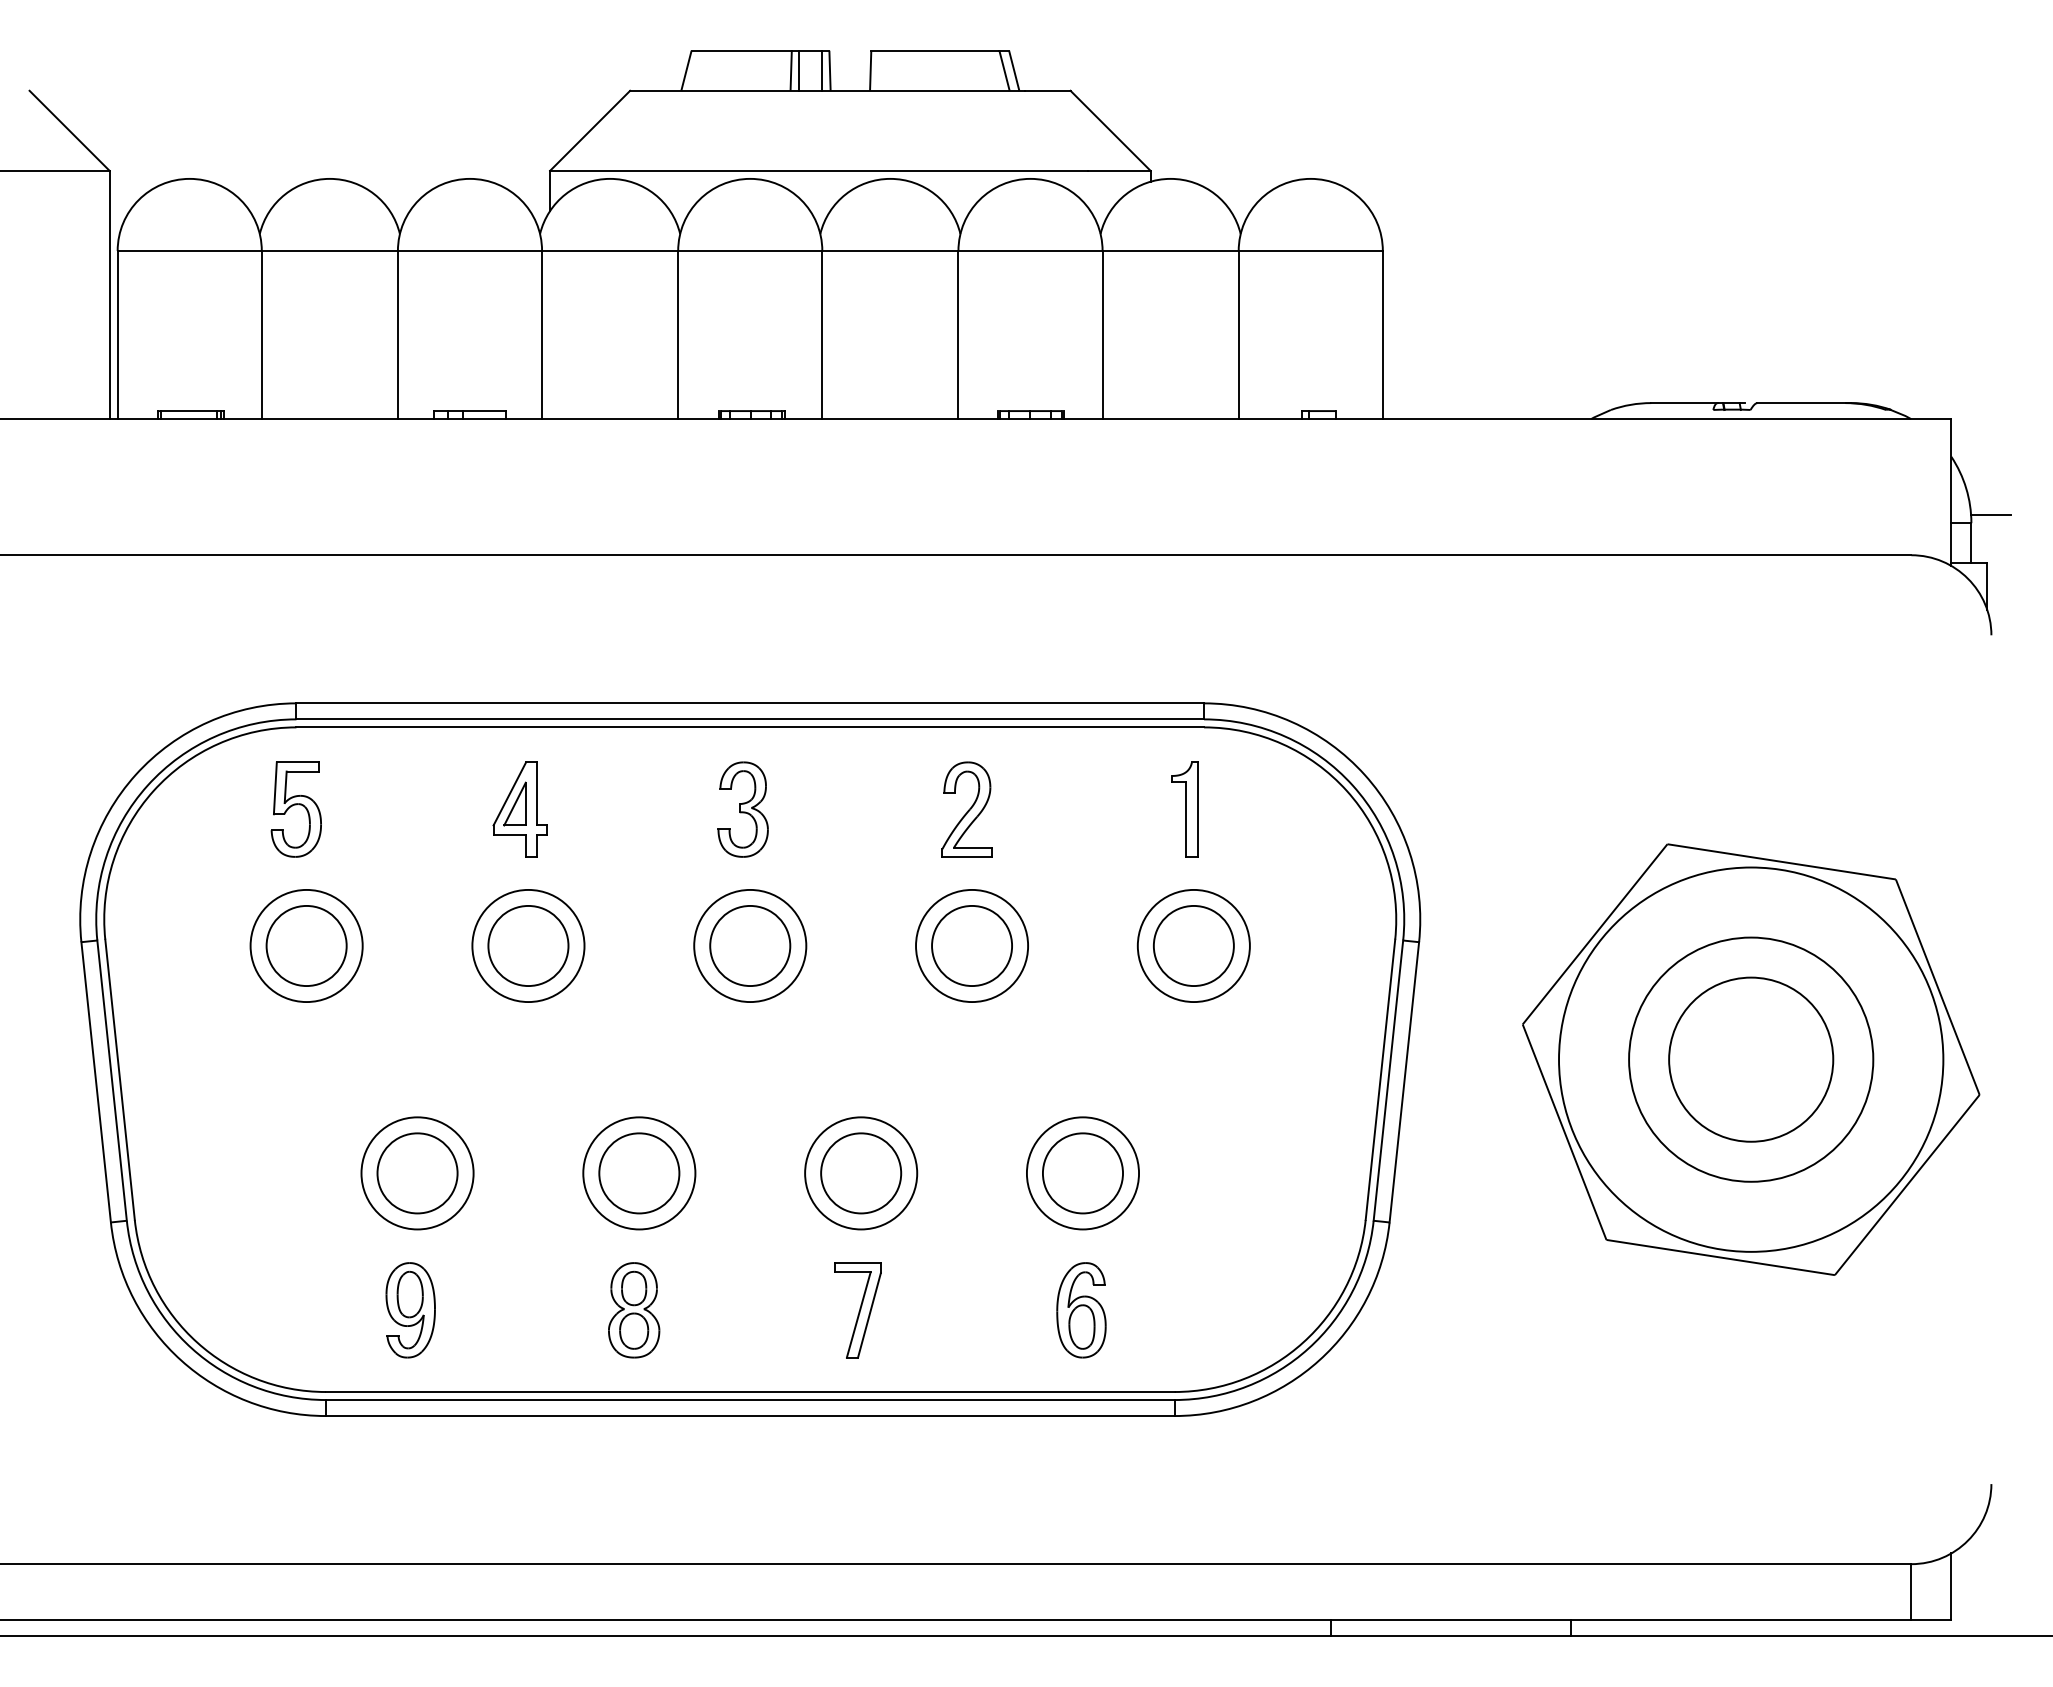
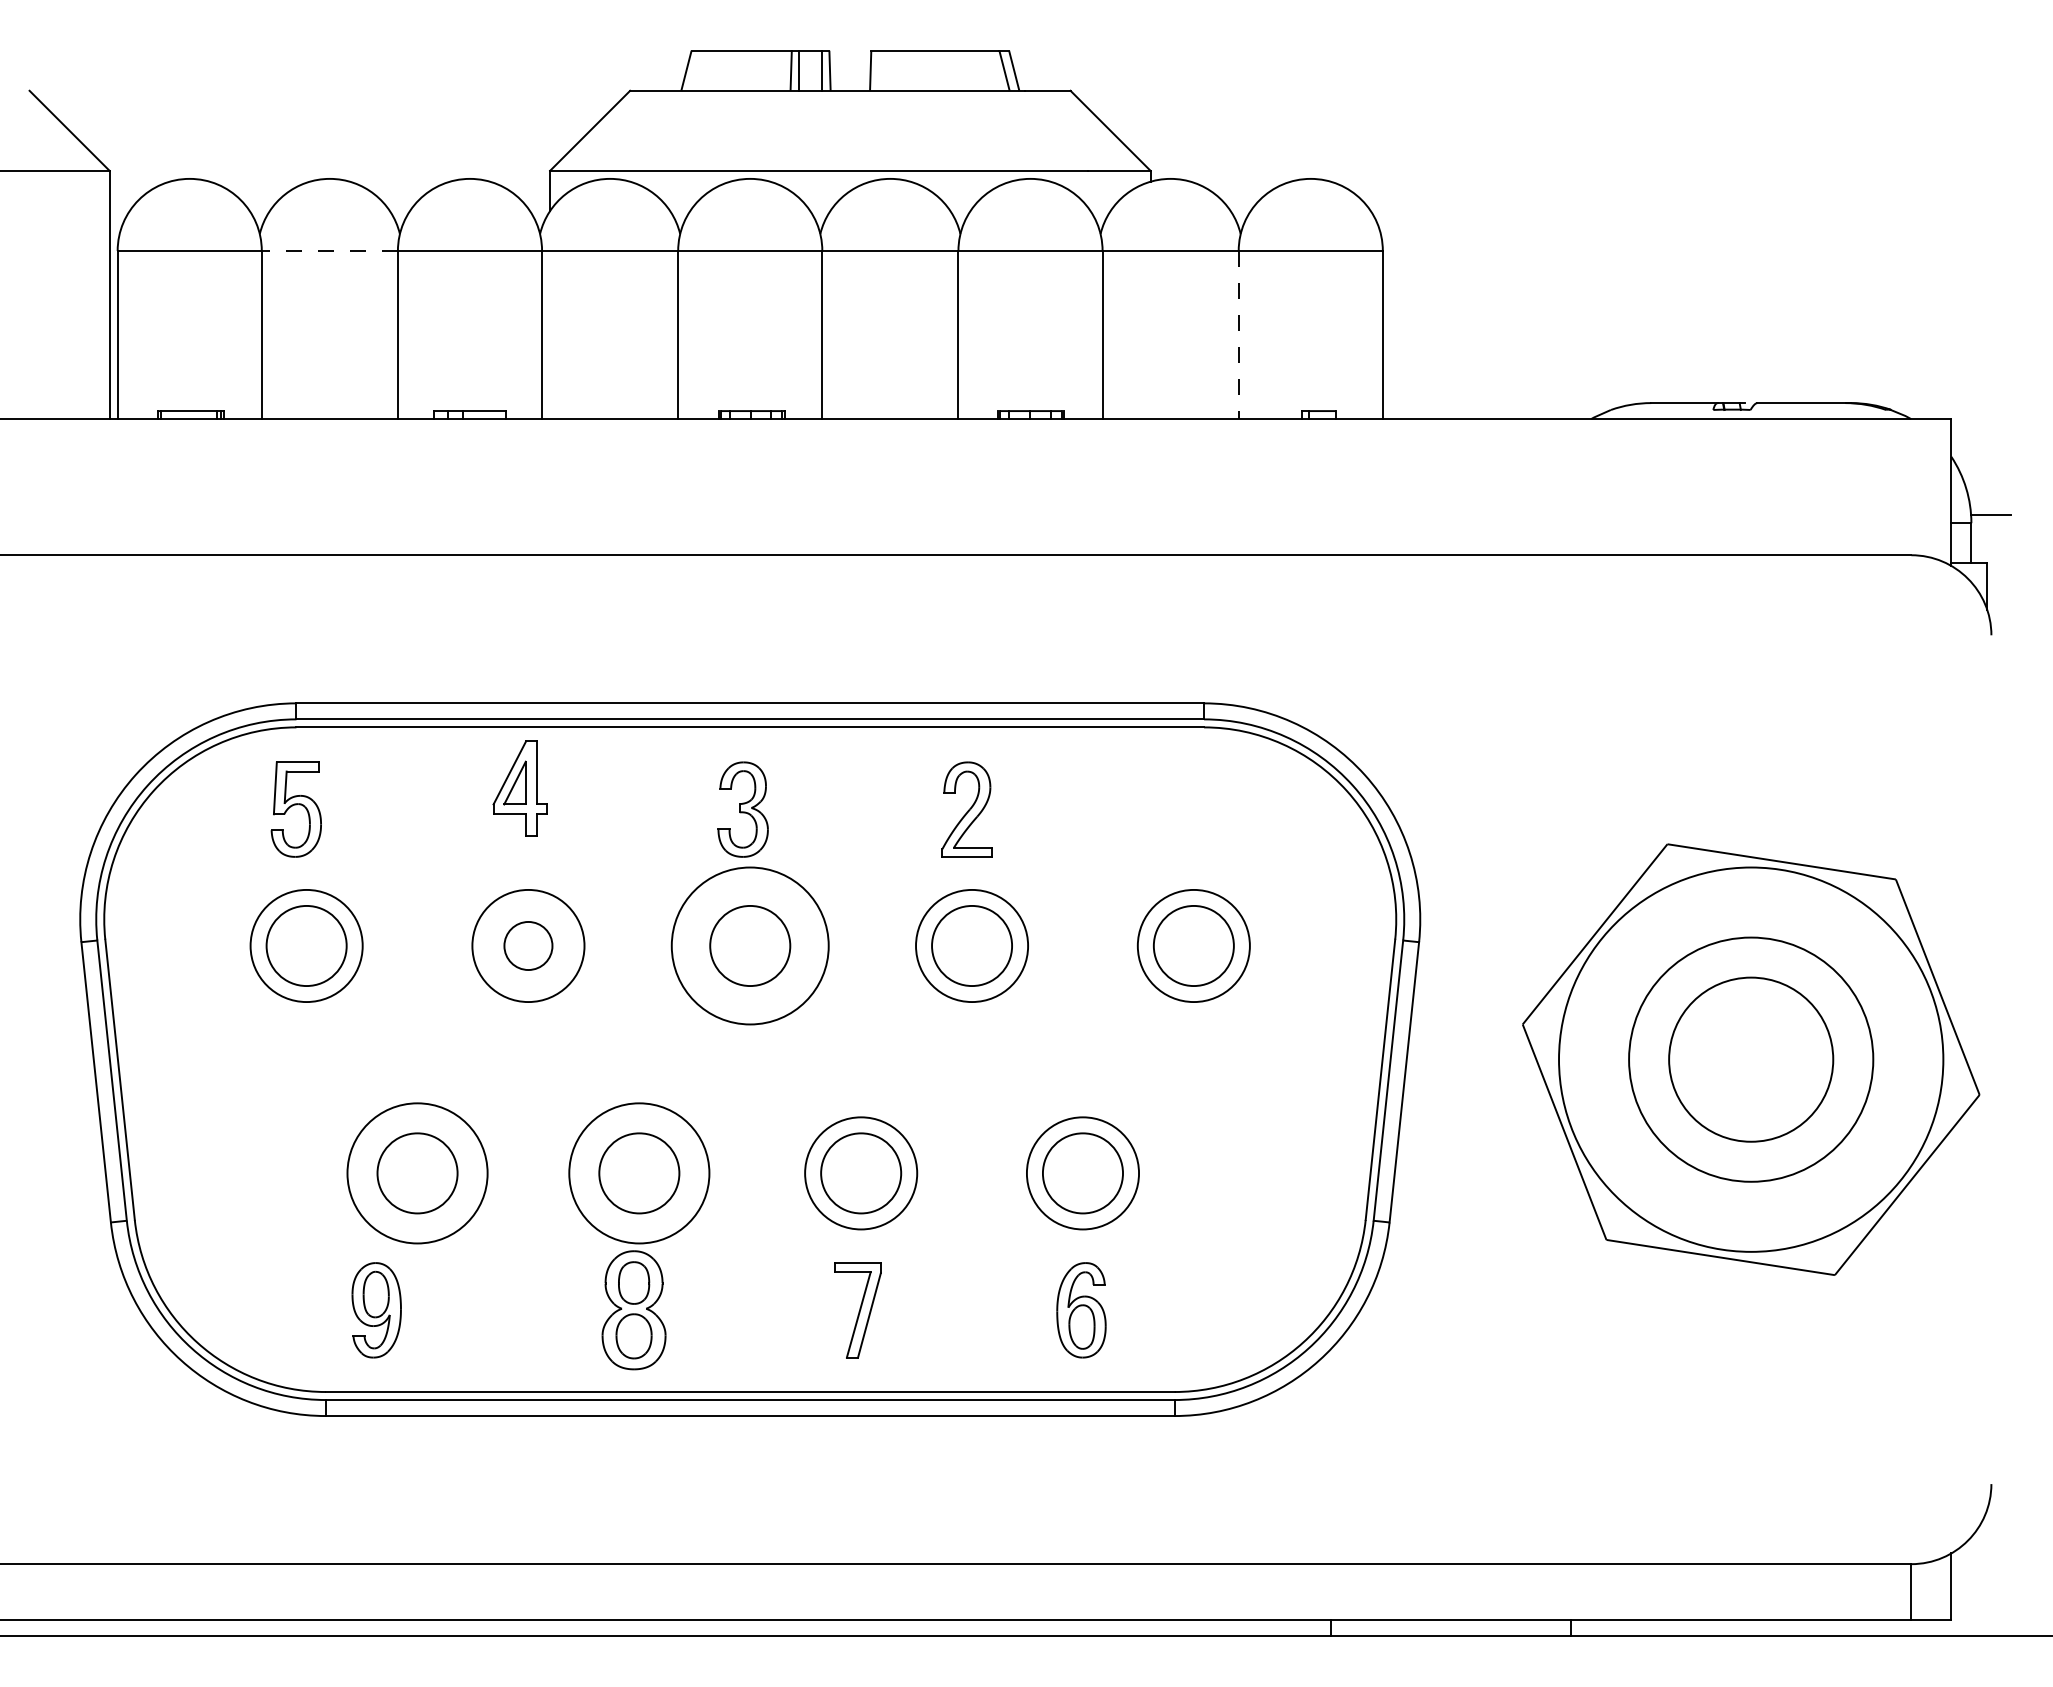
line at (329, 250): solid -> dashed
line at (1238, 335): solid -> dashed
part at (519, 809) position: (519, 809) -> (519, 788)
part at (1184, 809): present -> none
circle at (528, 945) diameter: 80 px -> 48 px
circle at (750, 945) diameter: 112 px -> 157 px
circle at (417, 1173) diameter: 112 px -> 140 px
circle at (639, 1173) diameter: 112 px -> 140 px
part at (410, 1310) position: (410, 1310) -> (376, 1310)
part at (634, 1310) size: 53x97 px -> 66x121 px
